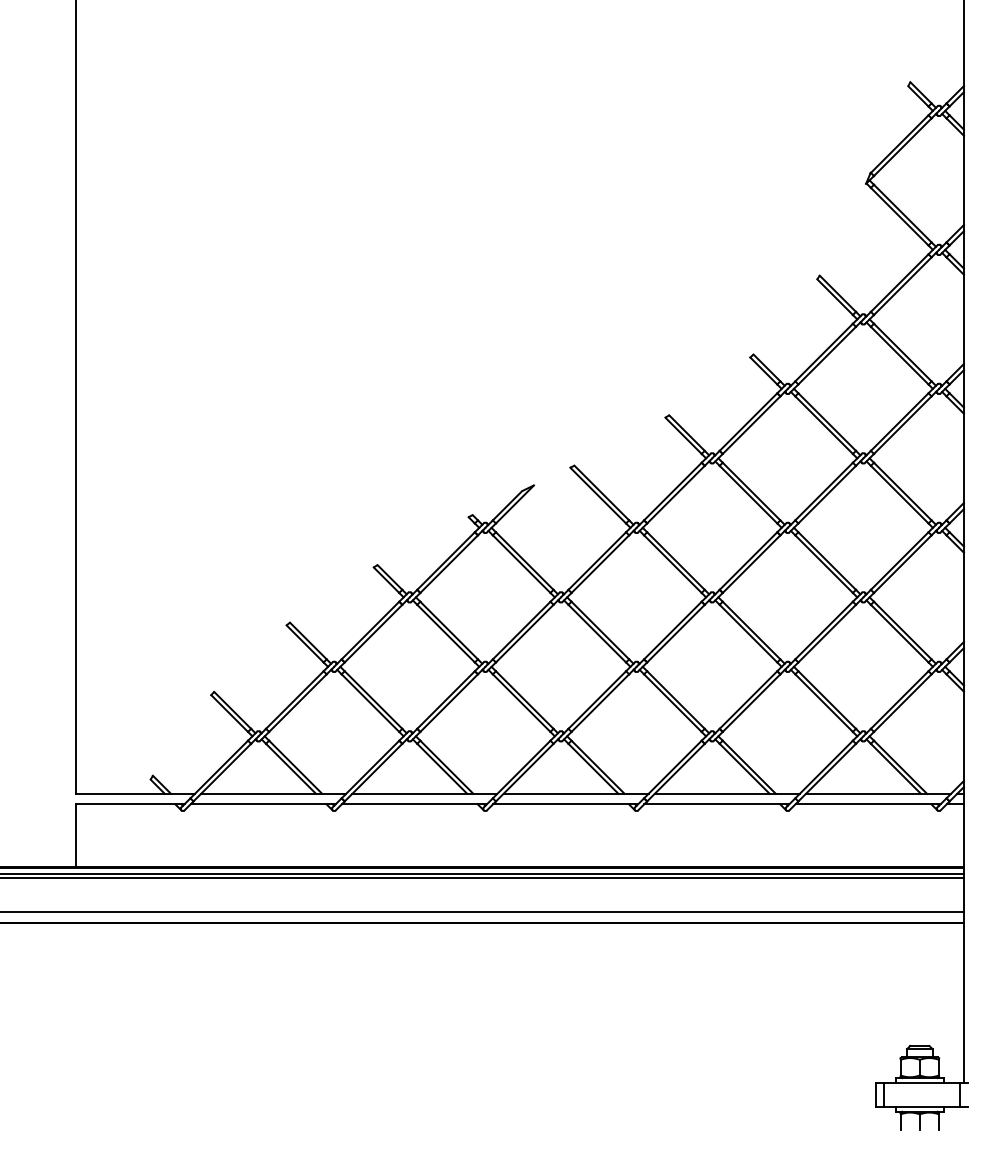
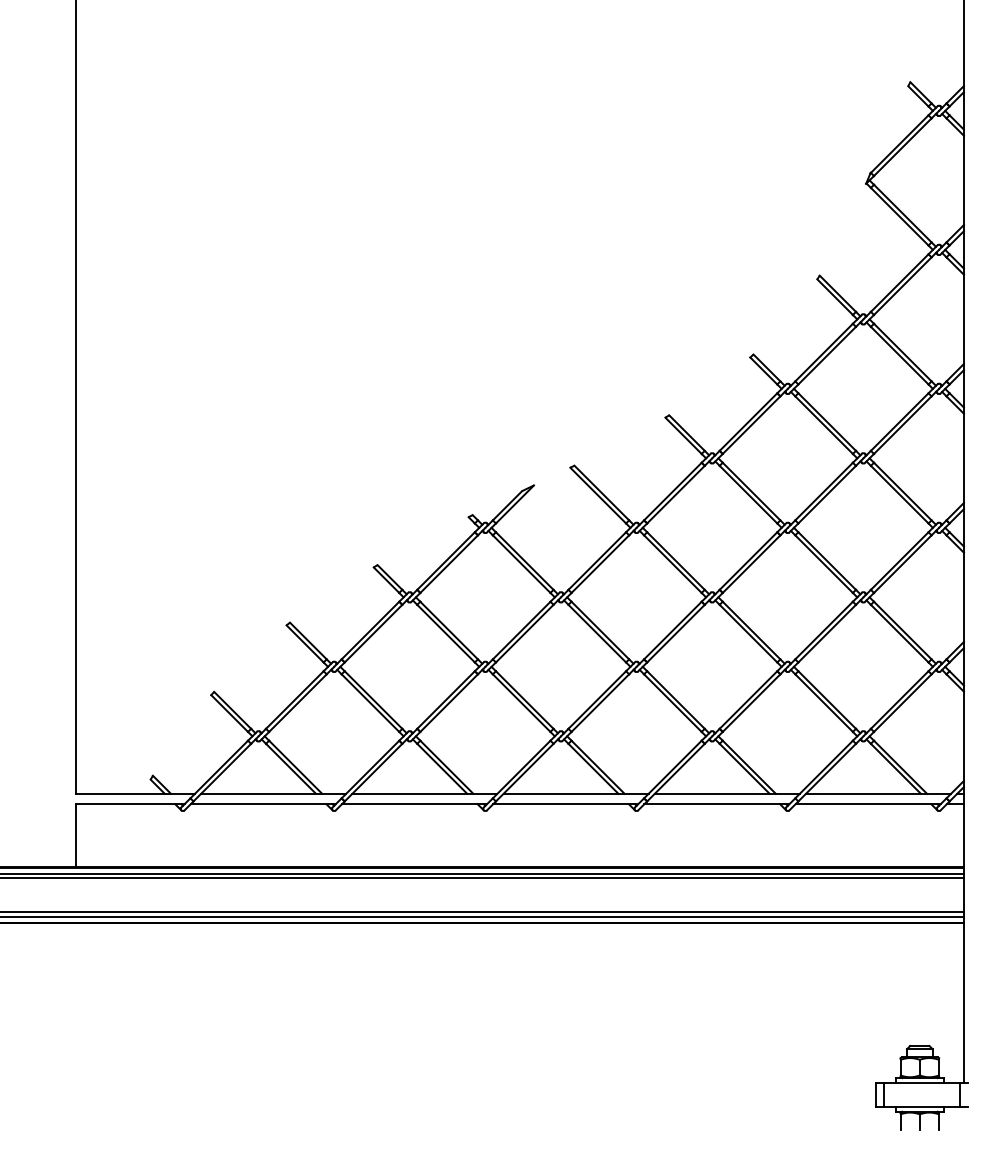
line at (482, 916): none -> present
